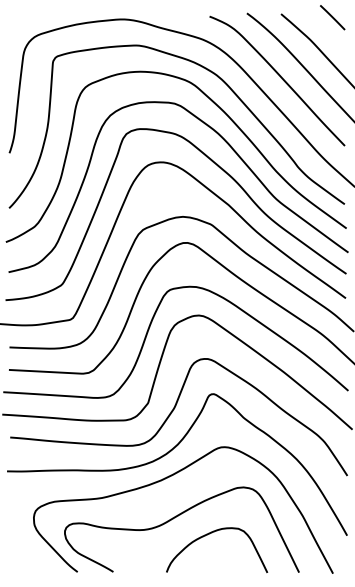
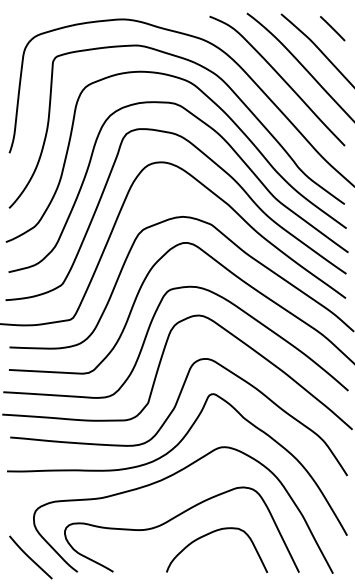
line at (332, 17) position: (332, 17) -> (332, 28)
curve at (30, 557): none -> present
